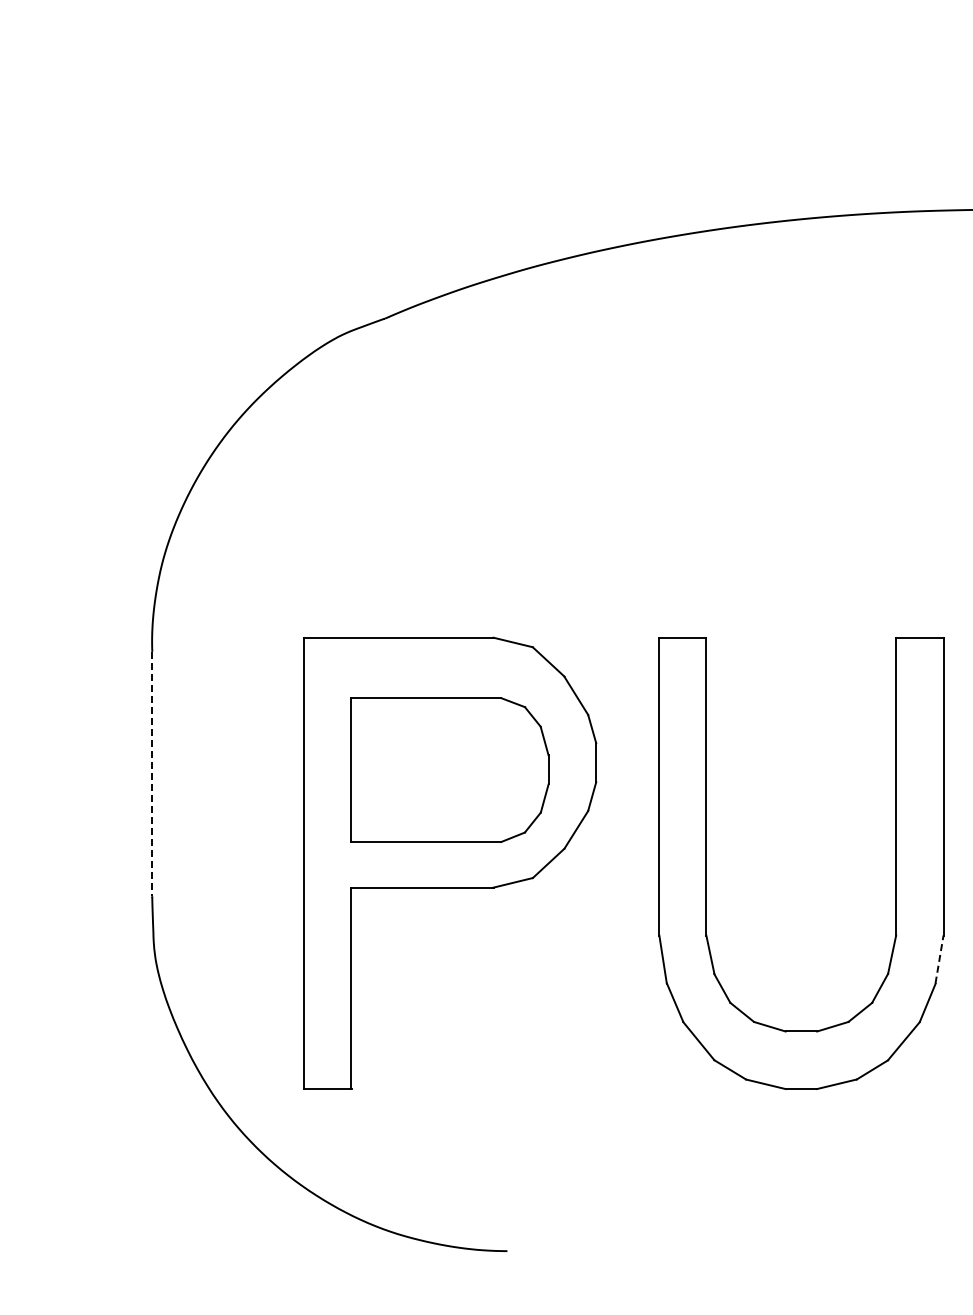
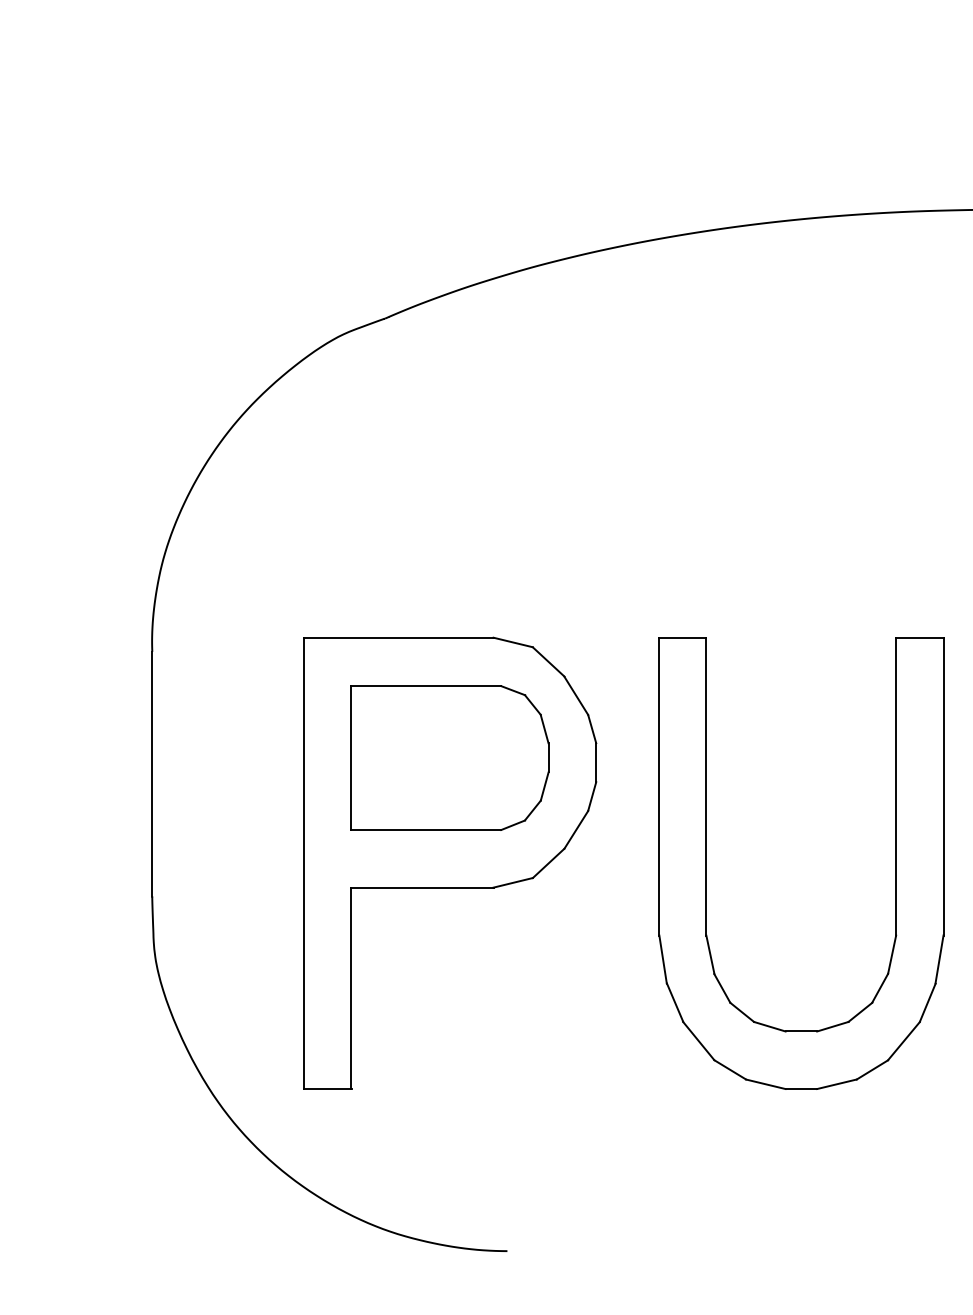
part at (449, 769) position: (449, 769) -> (449, 757)
line at (152, 774): dashed -> solid
line at (939, 959): dashed -> solid
